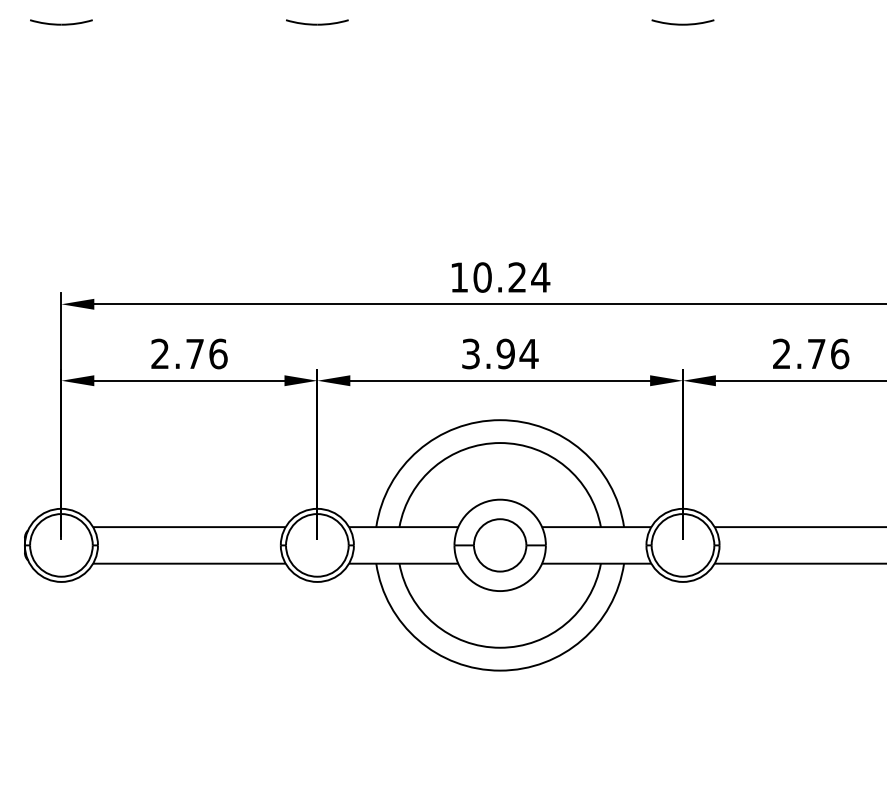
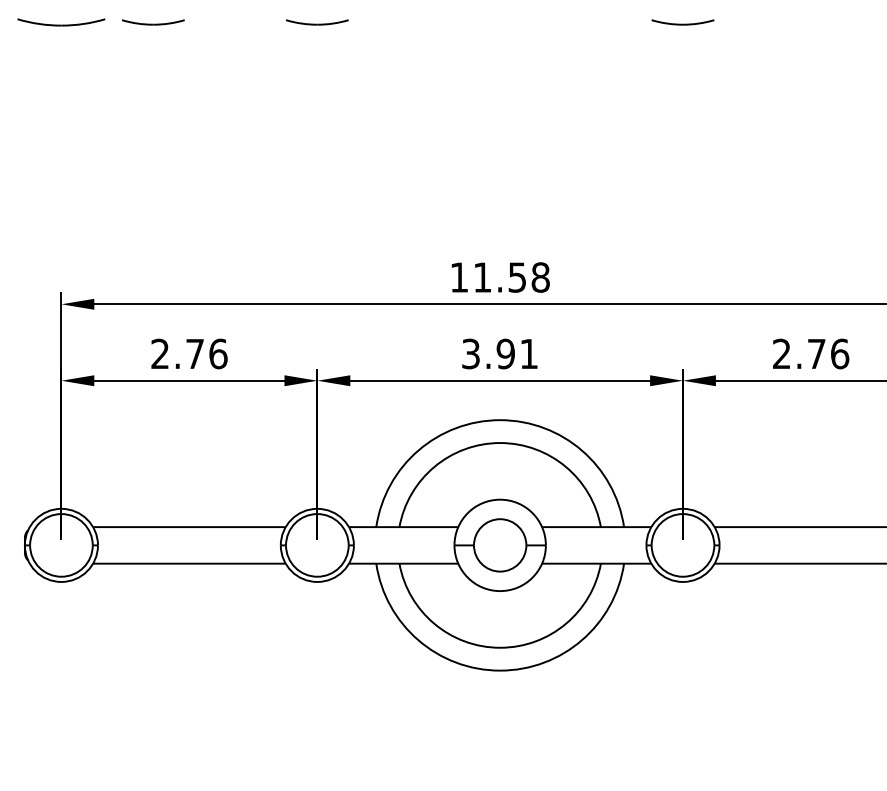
part at (61, 22) size: 63x7 px -> 89x9 px
part at (153, 22): none -> present
text at (511, 277): 10.24 -> 11.58
text at (528, 353): 3.94 -> 3.91
